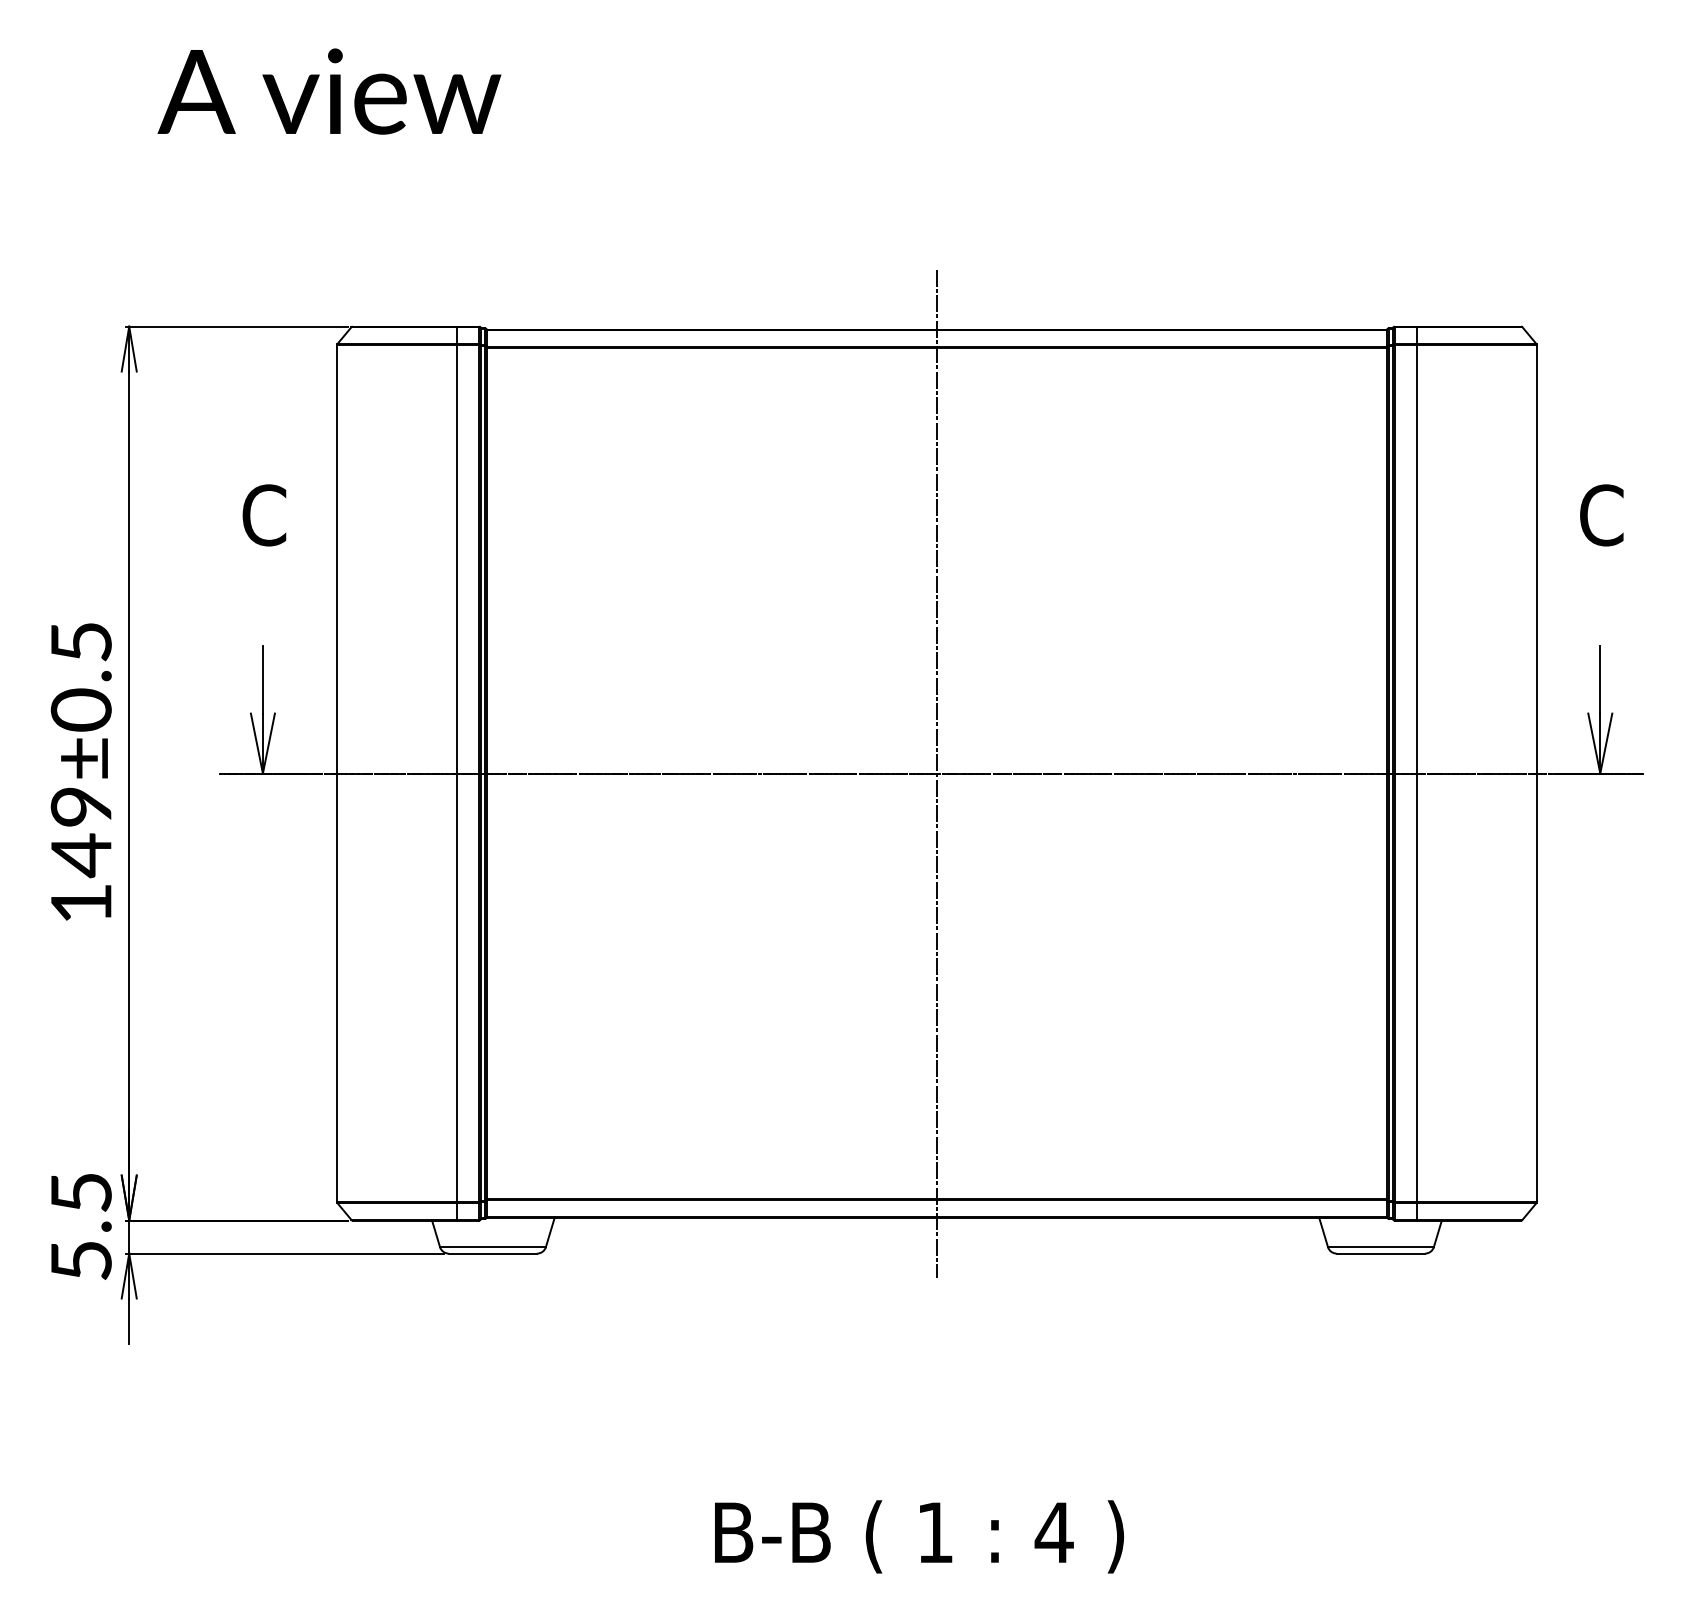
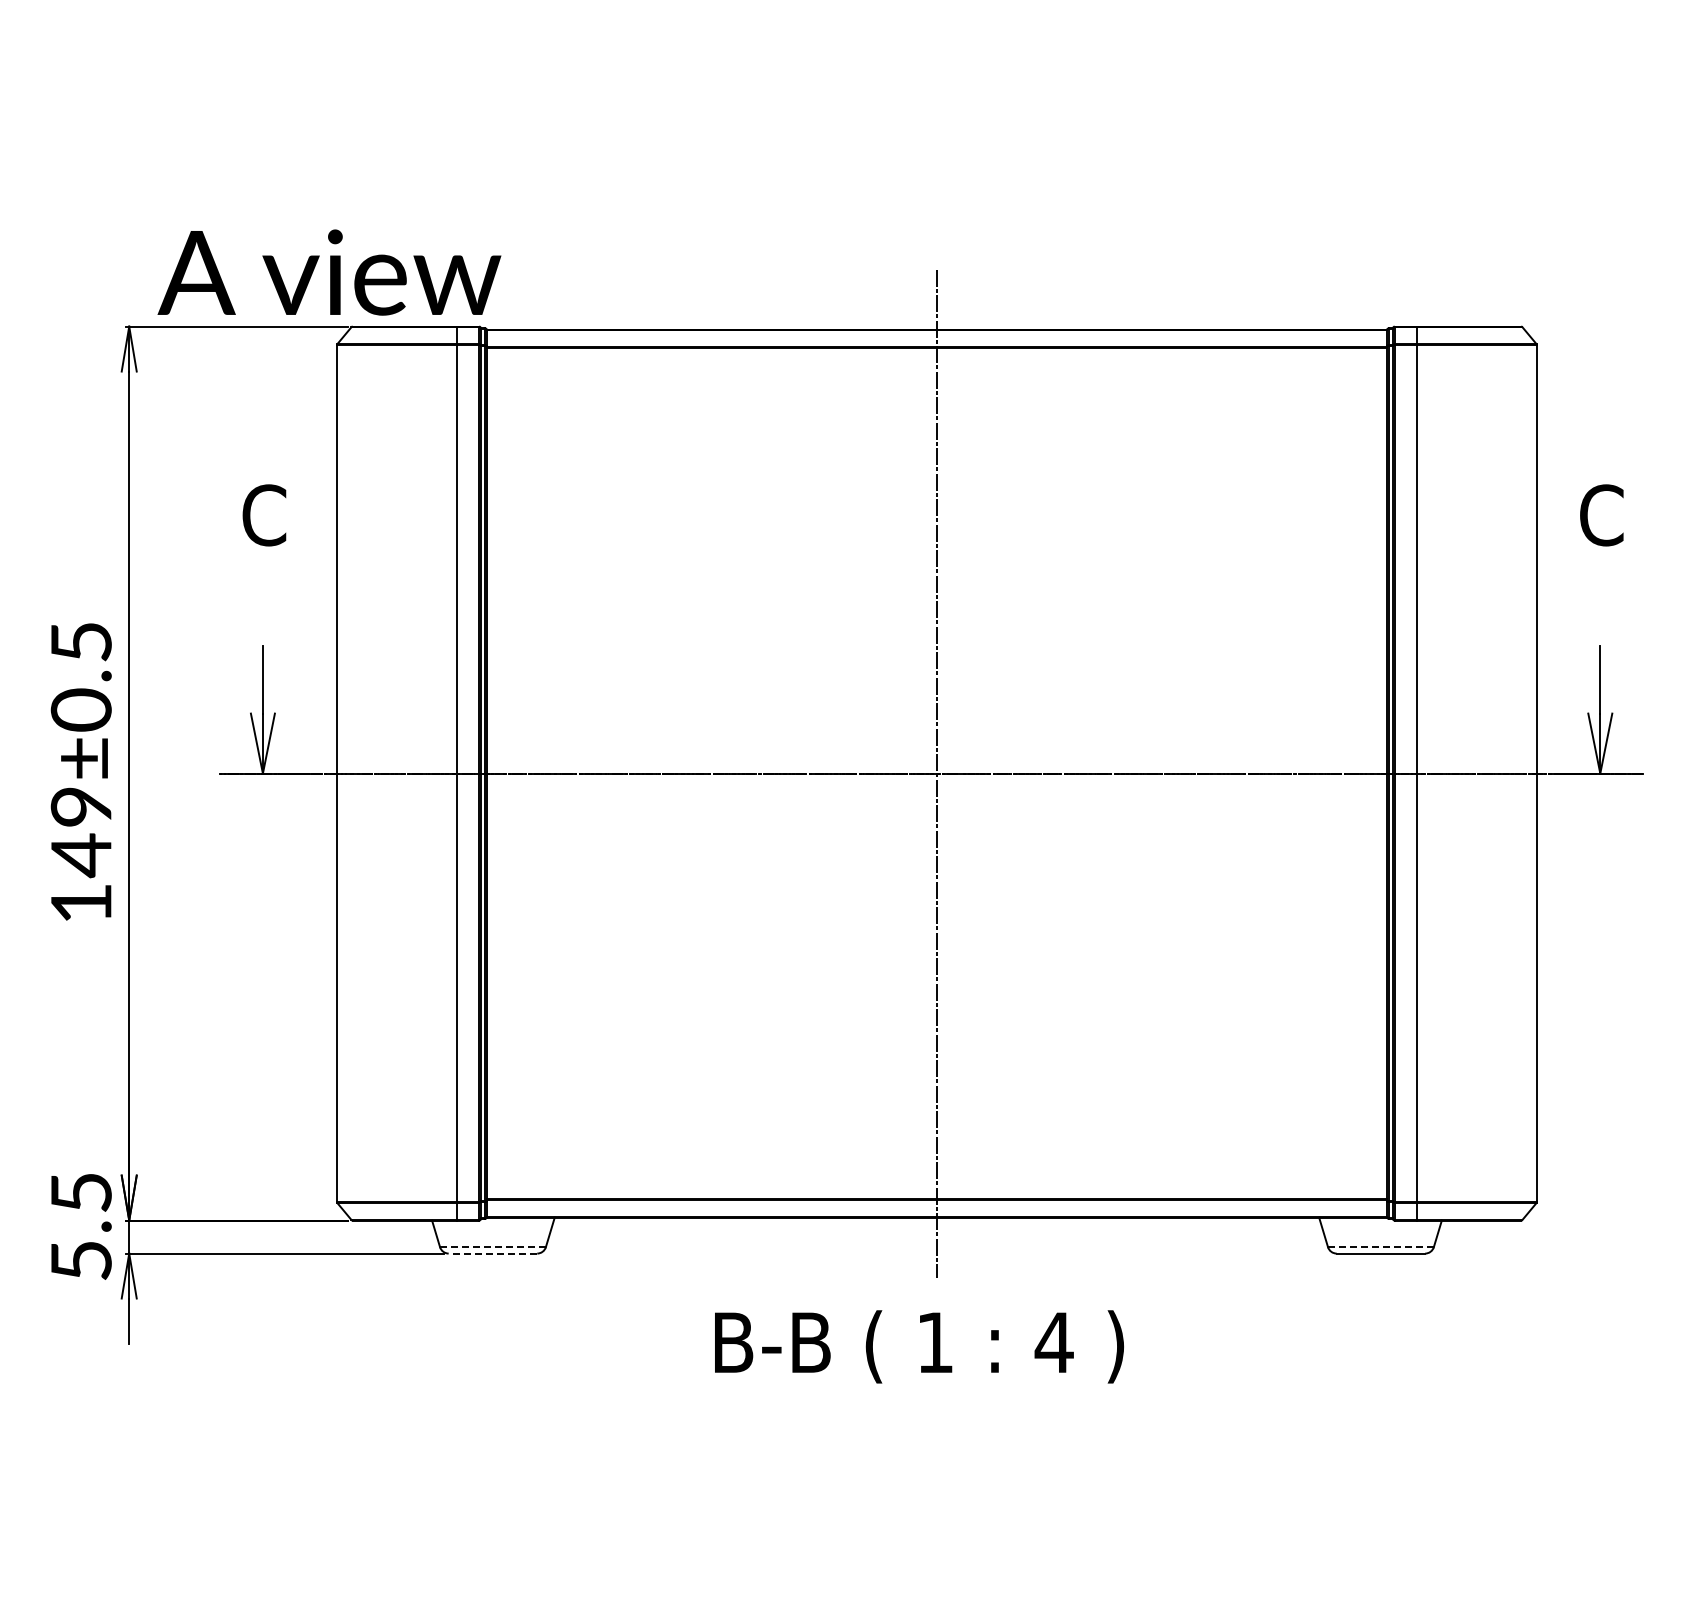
text at (329, 91) position: (329, 91) -> (329, 272)
line at (492, 1247): solid -> dashed
line at (1380, 1247): solid -> dashed
line at (492, 1253): solid -> dashed
text at (919, 1536) position: (919, 1536) -> (919, 1346)
